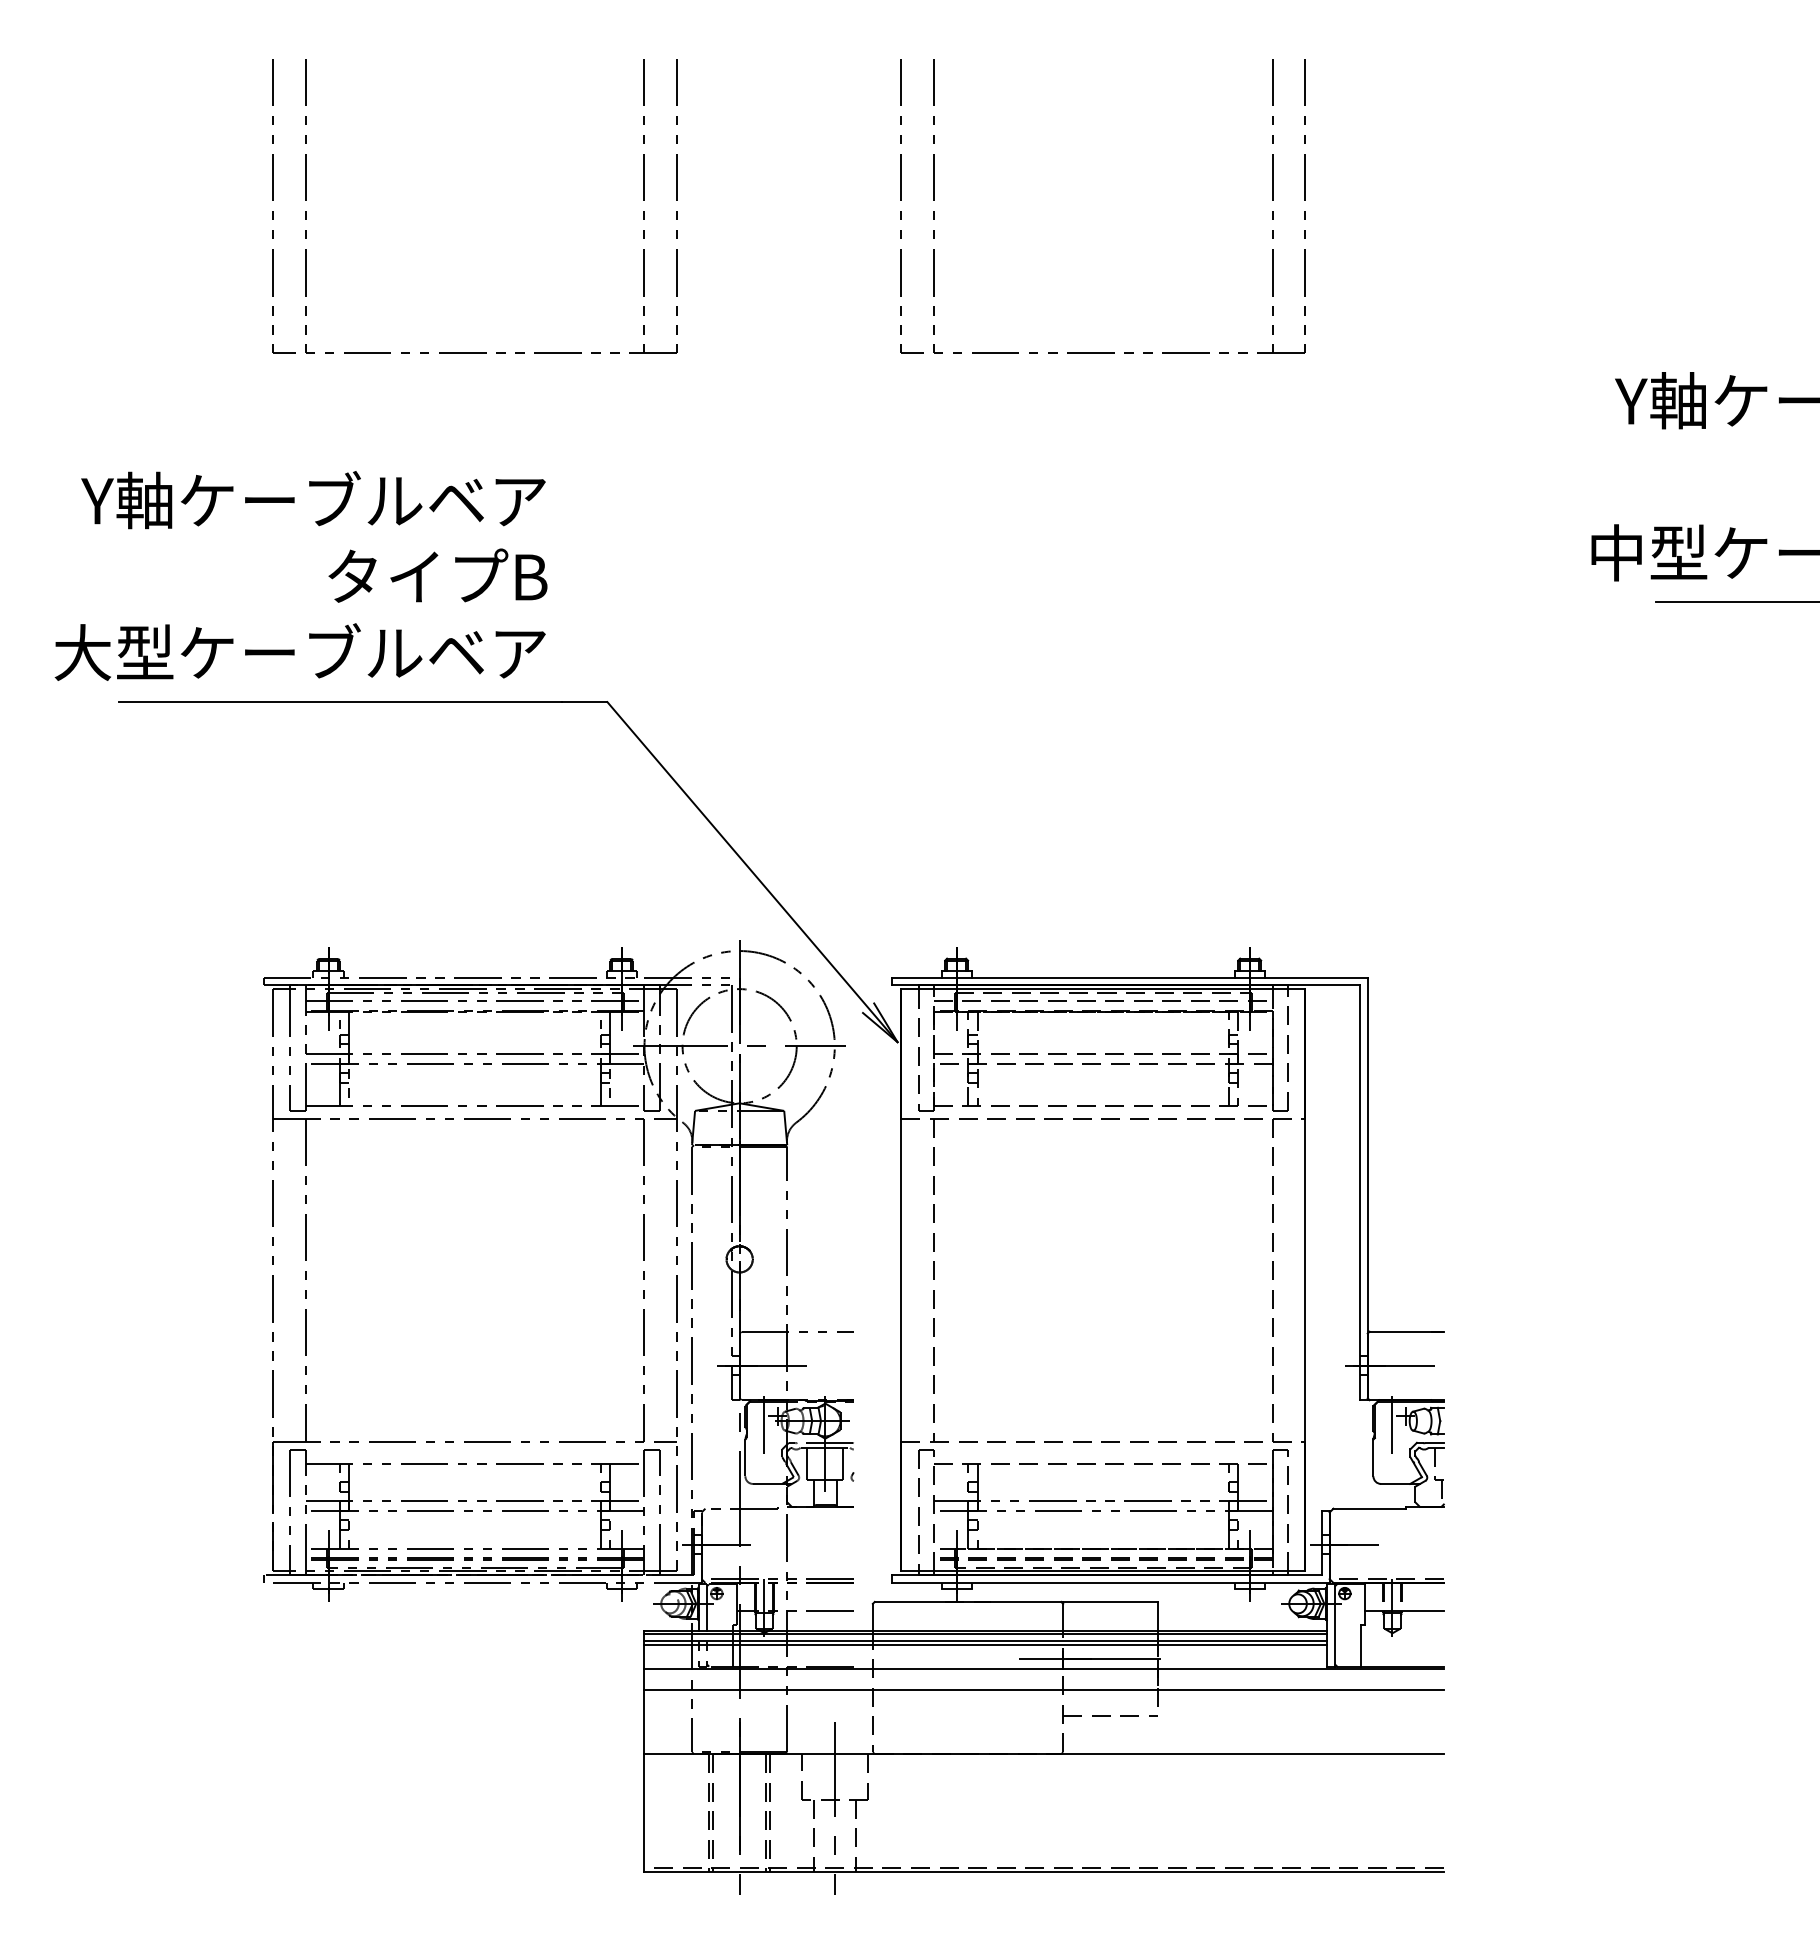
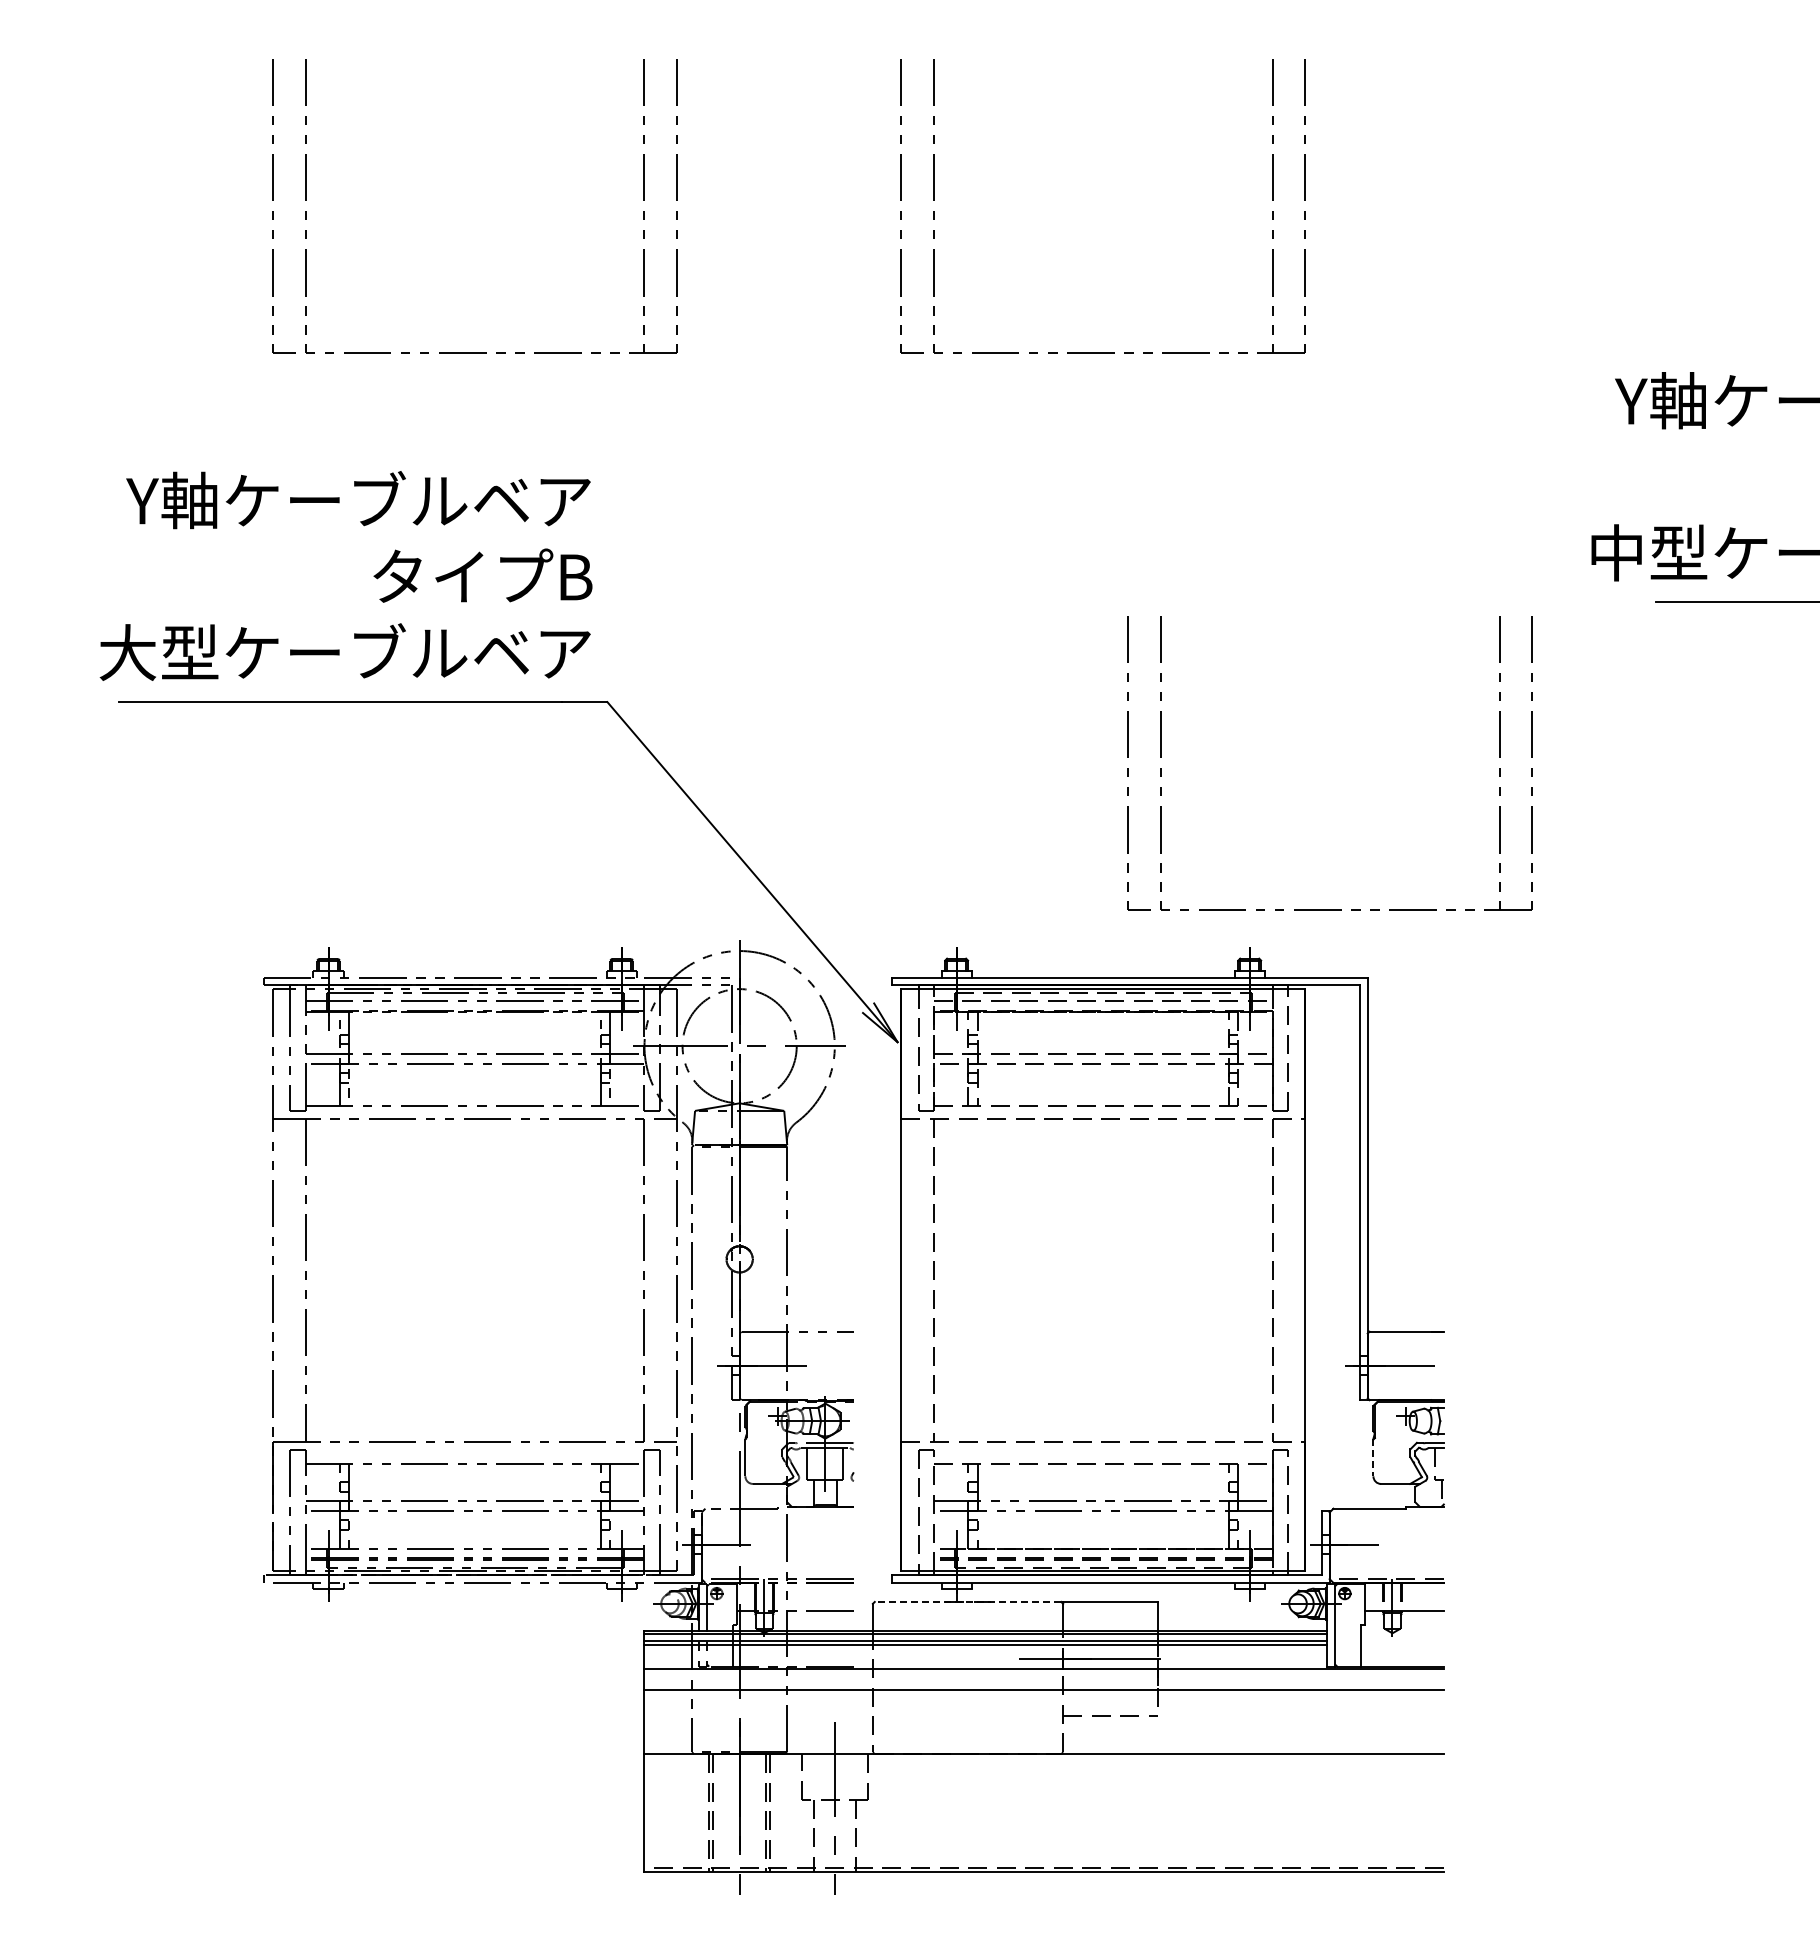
text at (300, 575) position: (300, 575) -> (345, 575)
part at (1329, 909): none -> present
line at (764, 1425): present -> none
line at (1392, 1425): present -> none
line at (1373, 1457): solid -> dashed
line at (967, 1601): solid -> dashed
